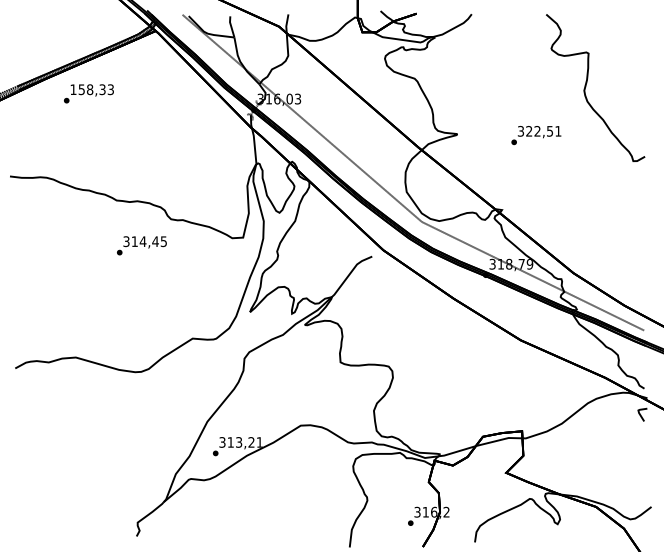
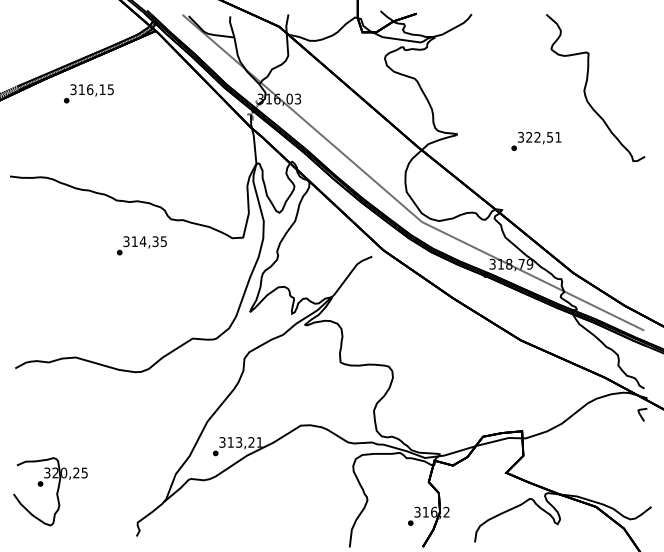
text at (91, 89): 158,33 -> 316,15
text at (536, 135) position: (536, 135) -> (536, 141)
text at (155, 241): 314,45 -> 314,35
part at (50, 491): none -> present
